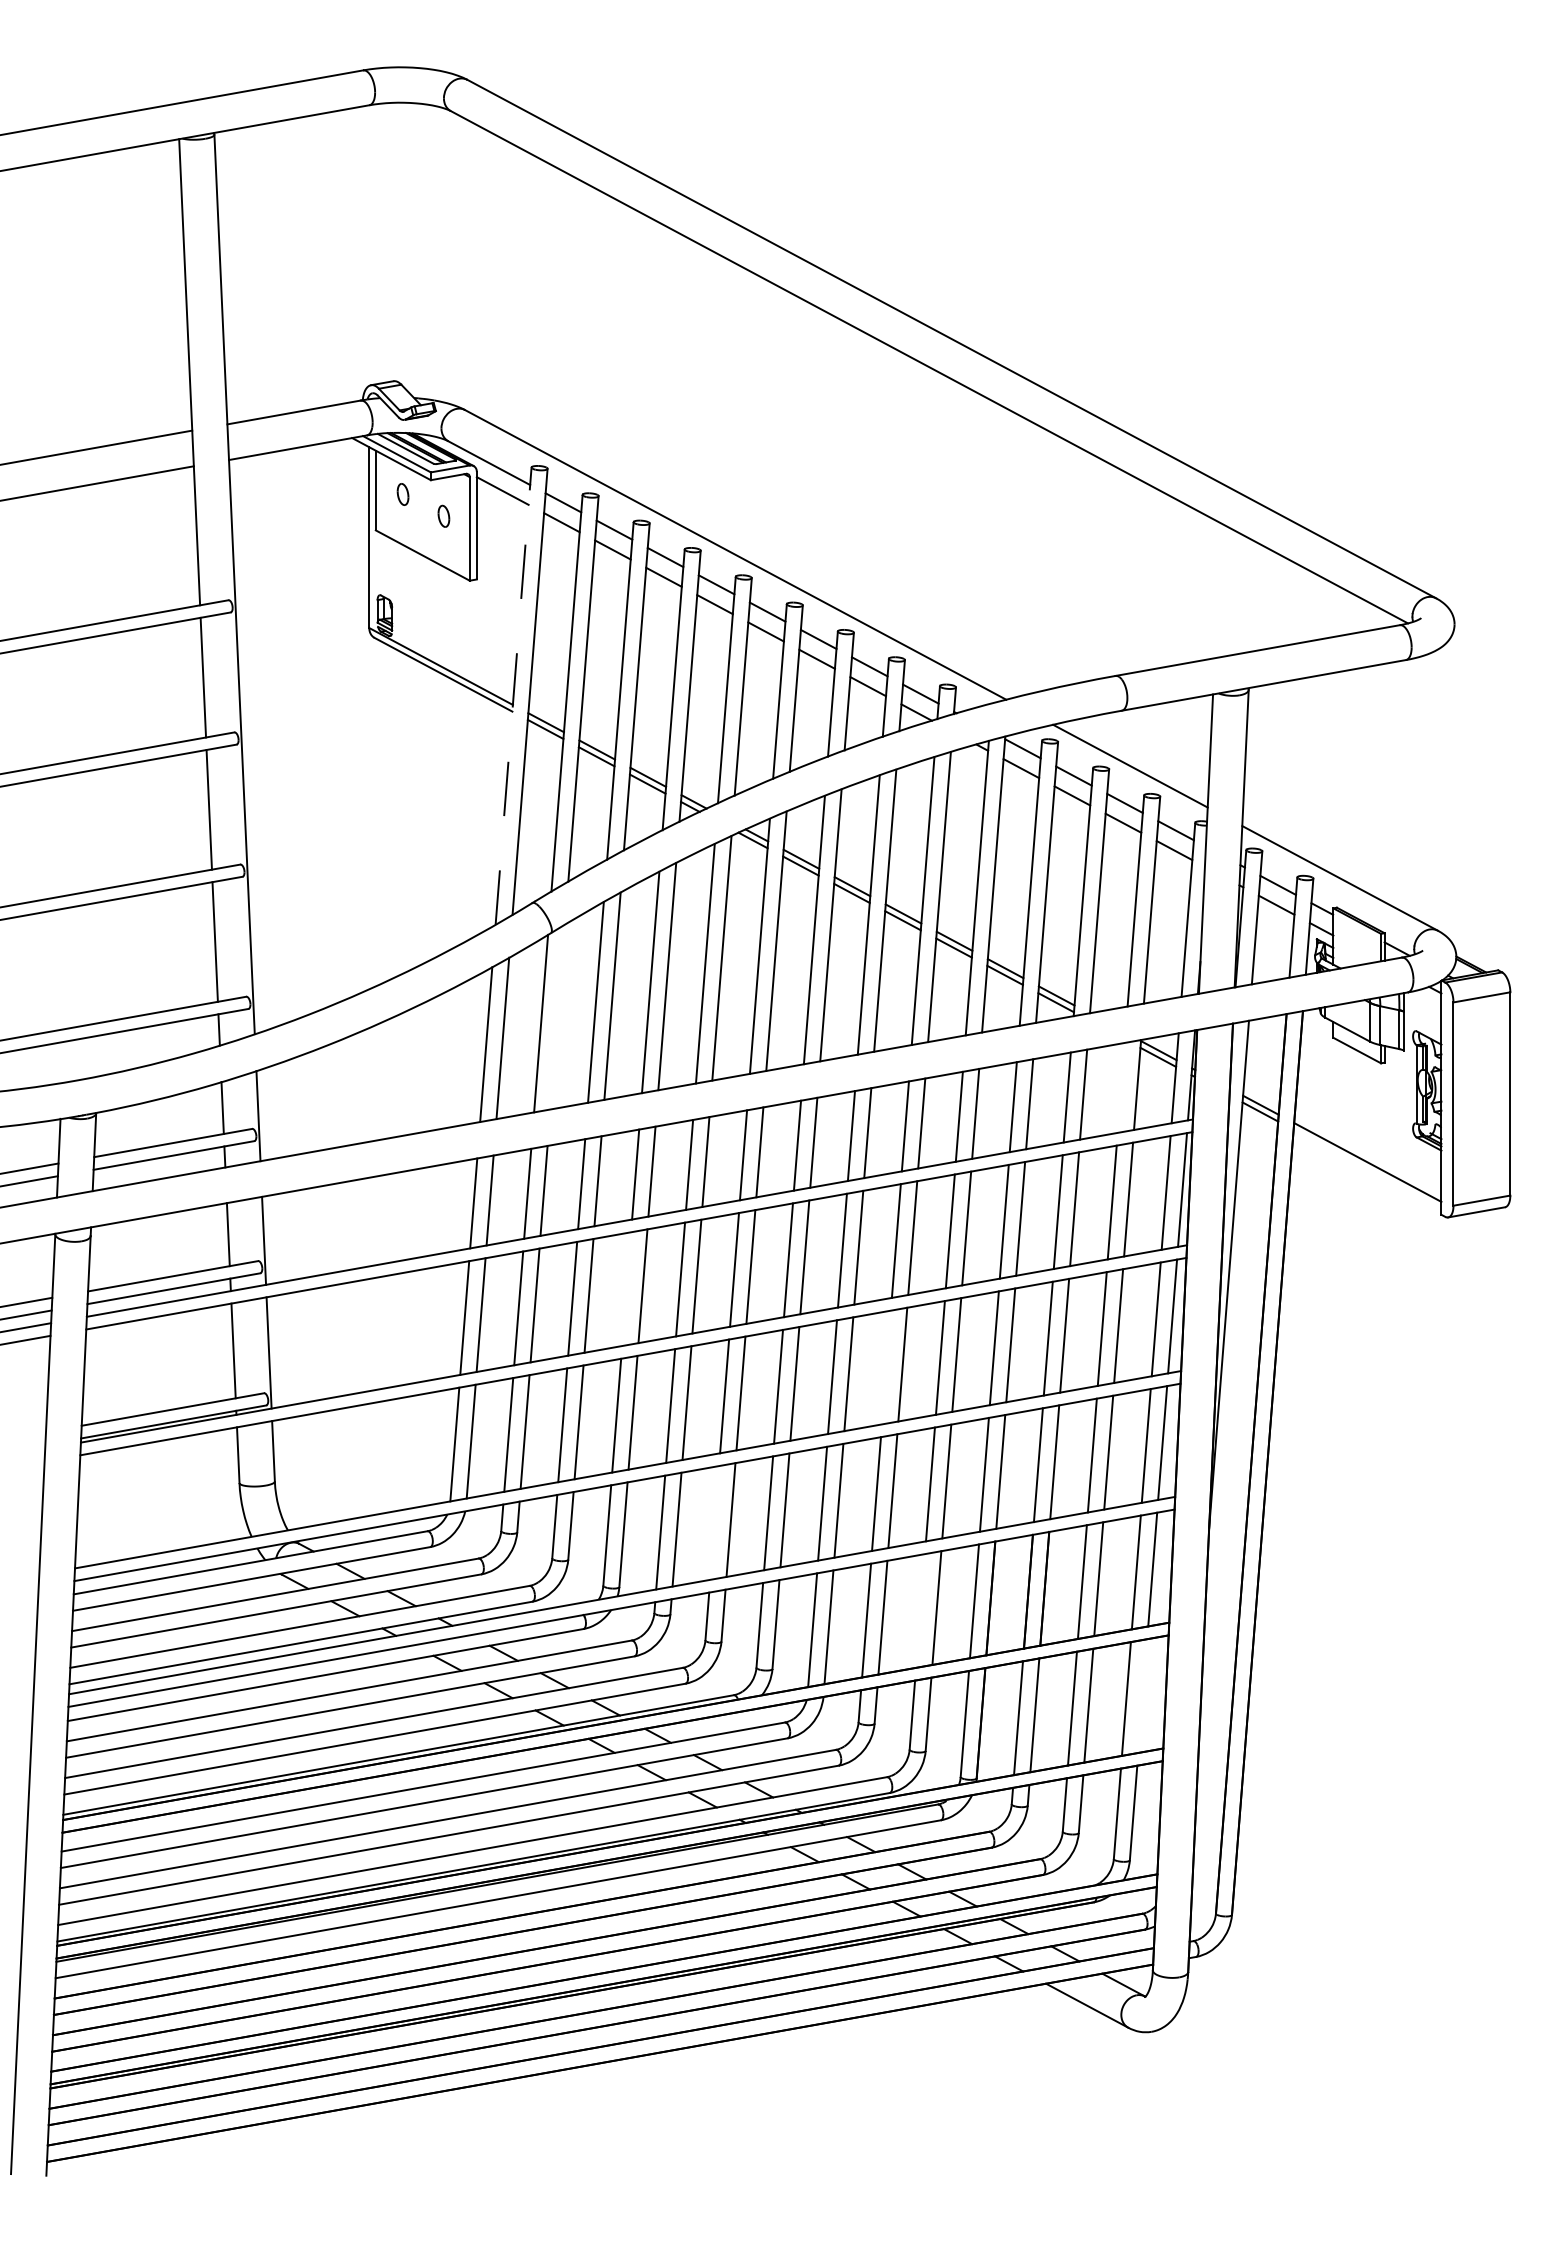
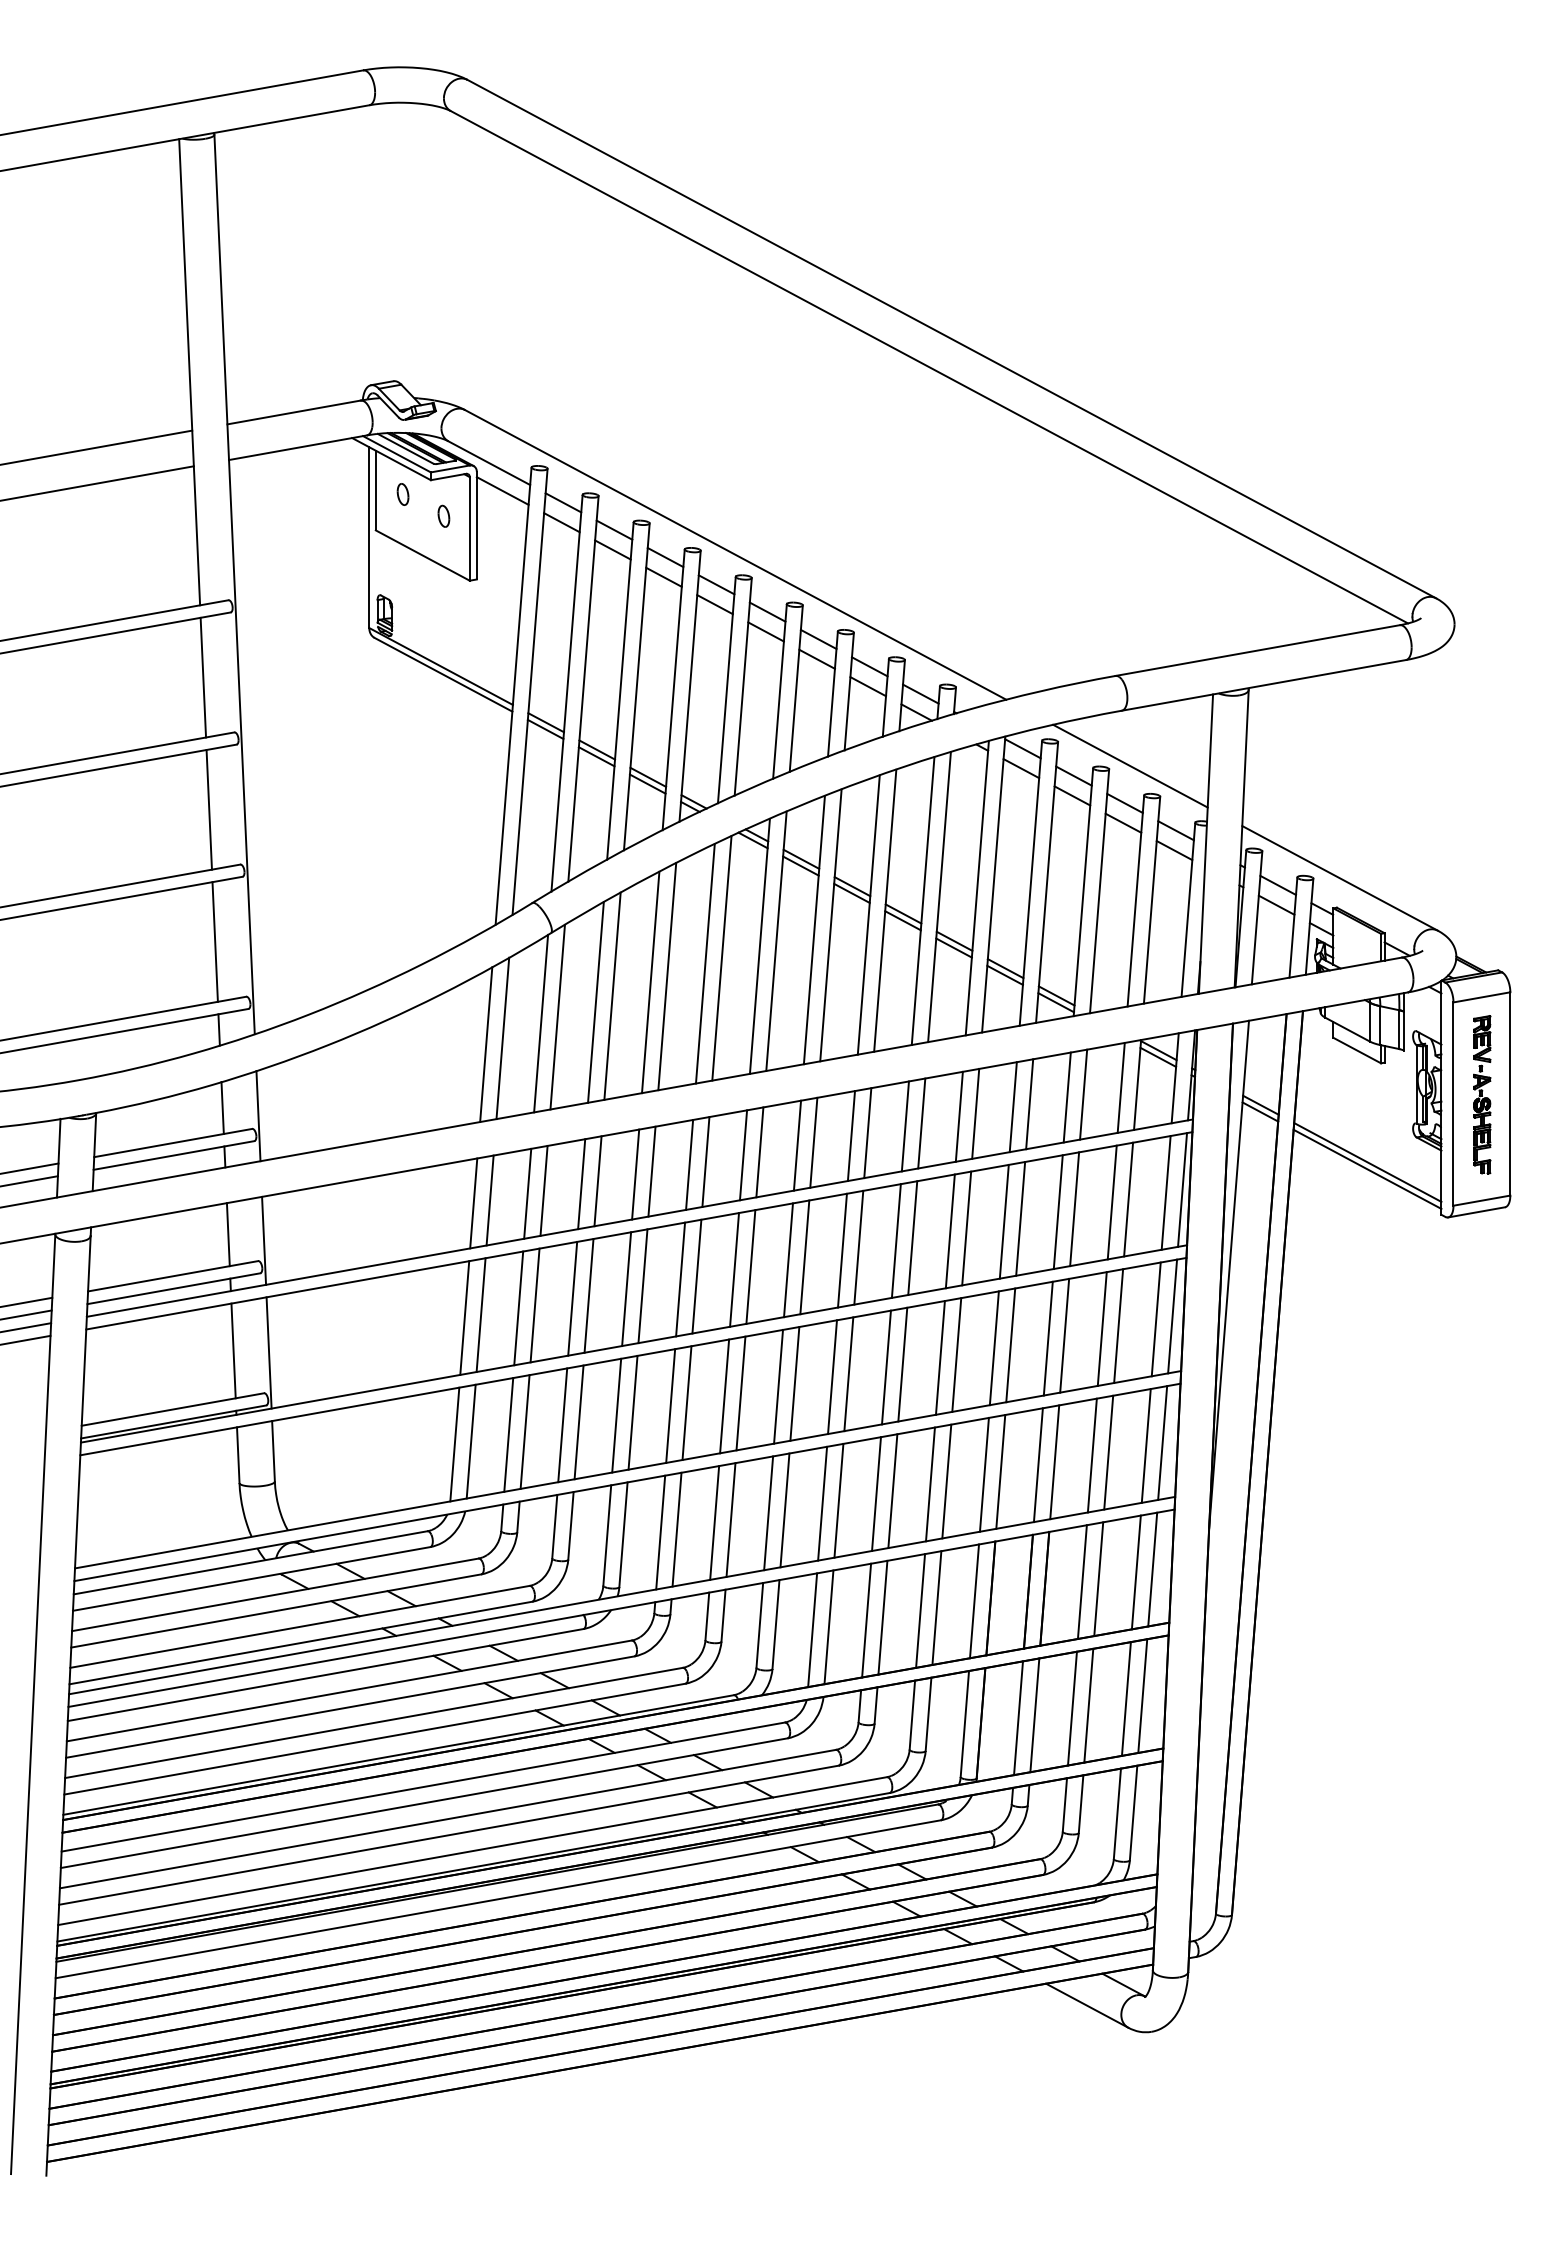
line at (513, 696): dashed -> solid
line at (557, 1016): none -> present
line at (1120, 1087): none -> present
part at (1482, 1094): none -> present
line at (1367, 1168): none -> present
line at (626, 1289): none -> present
line at (886, 1367): none -> present
line at (714, 1522): none -> present
line at (920, 1610): none -> present
line at (1142, 1695): none -> present
